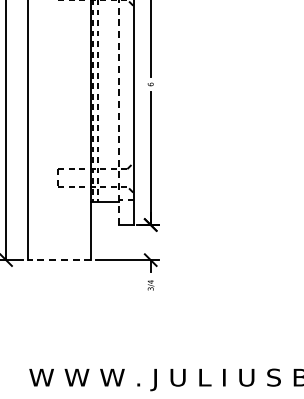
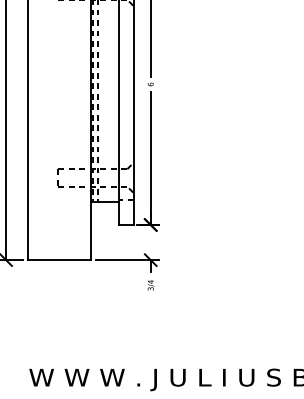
line at (119, 111): dashed -> solid
line at (59, 260): dashed -> solid
